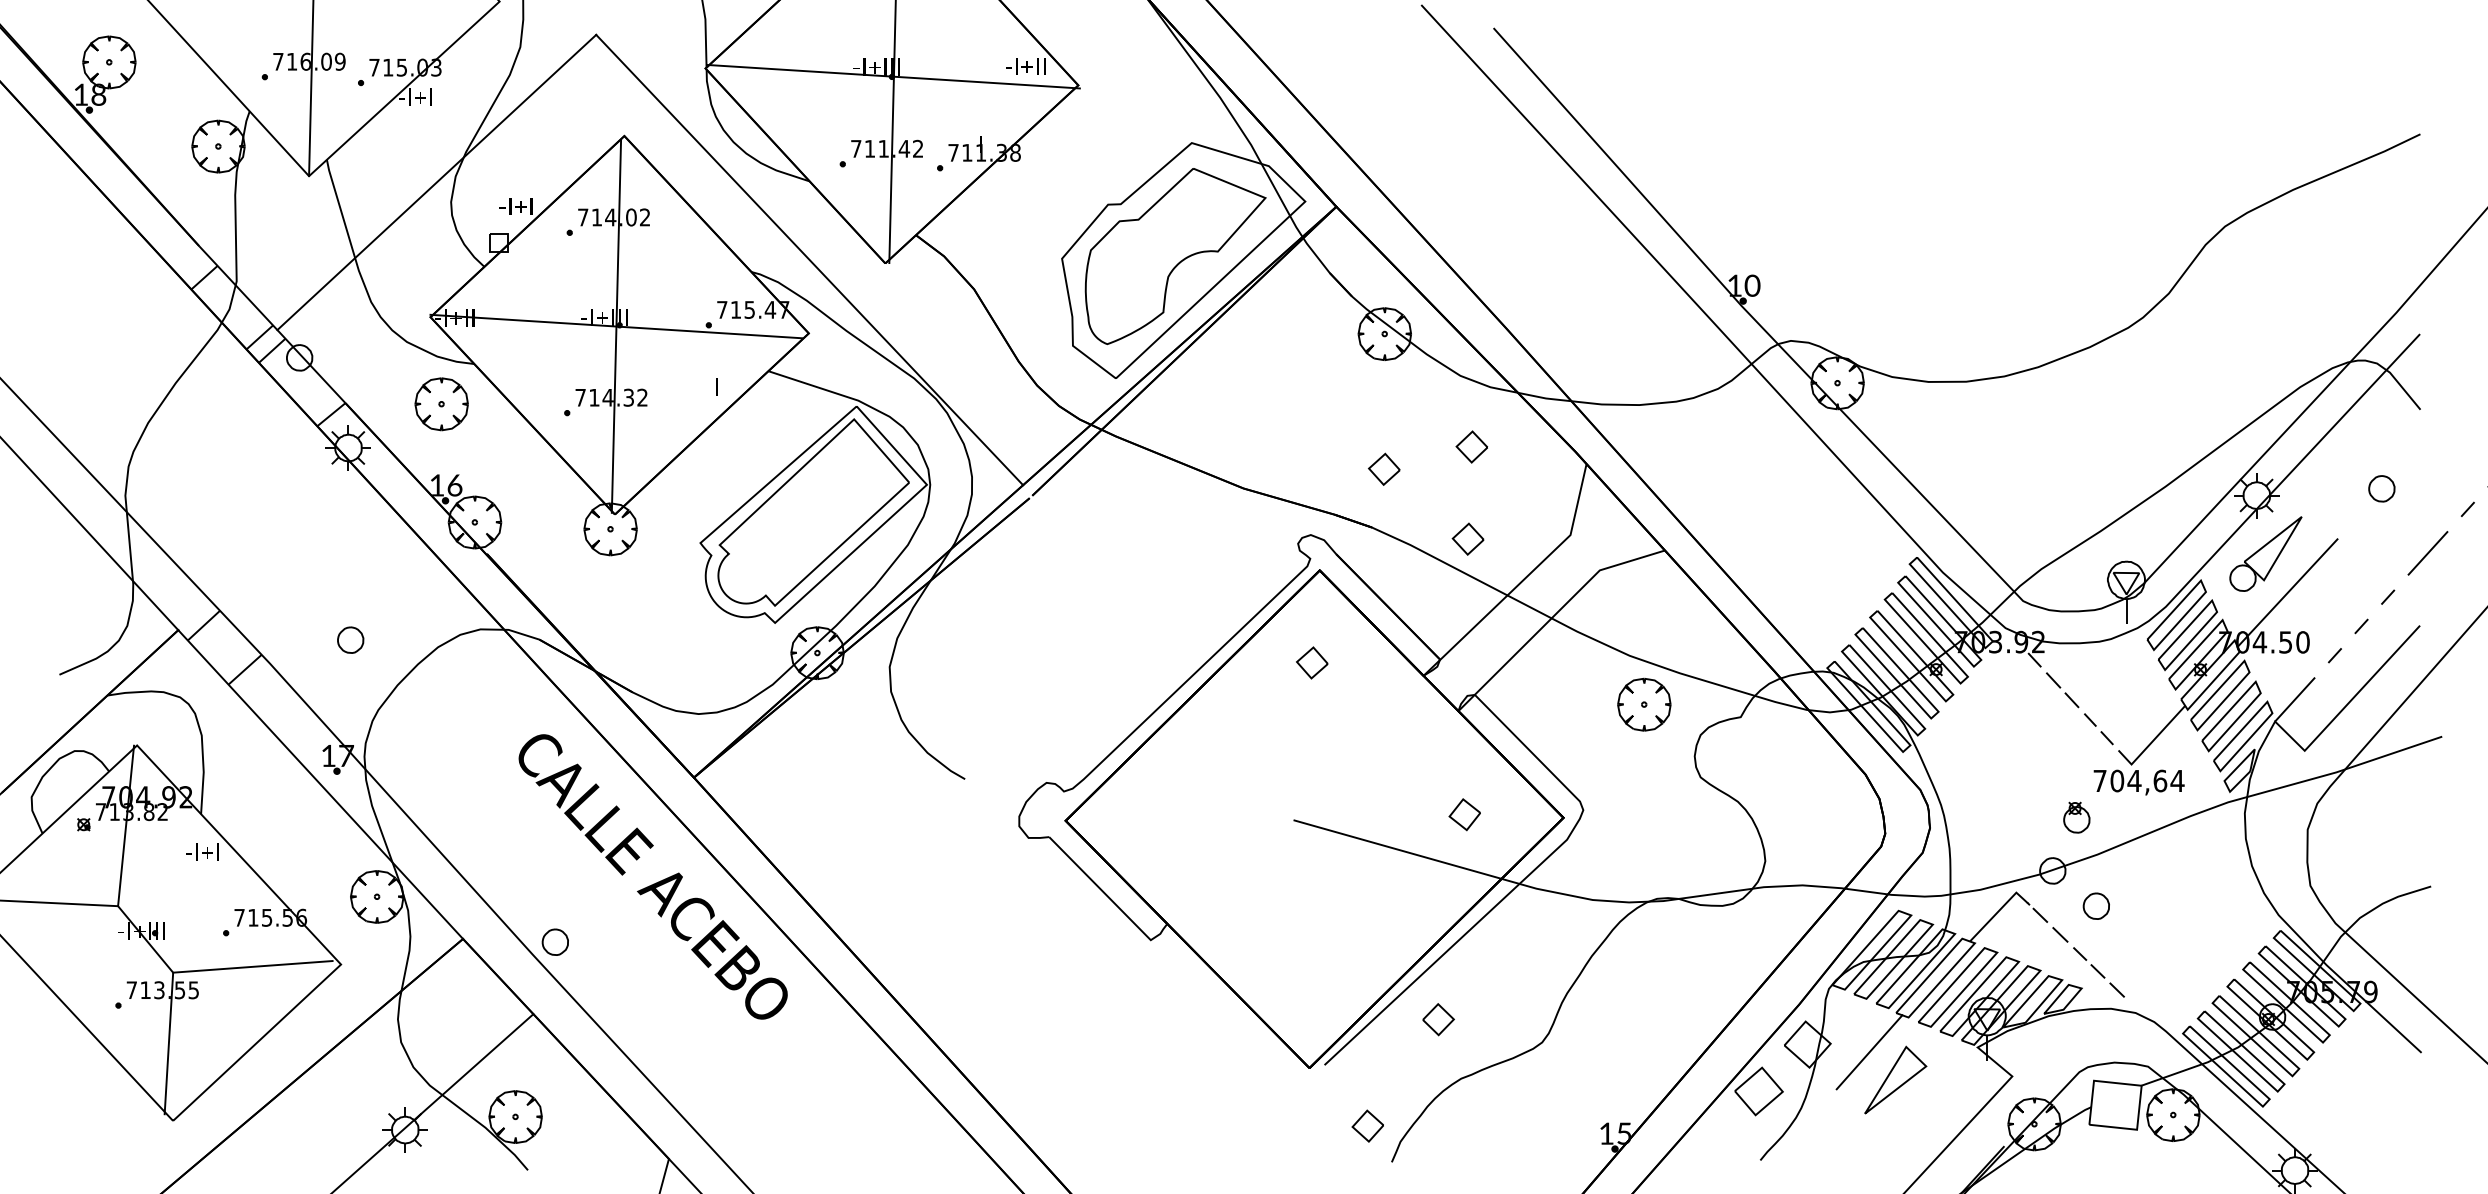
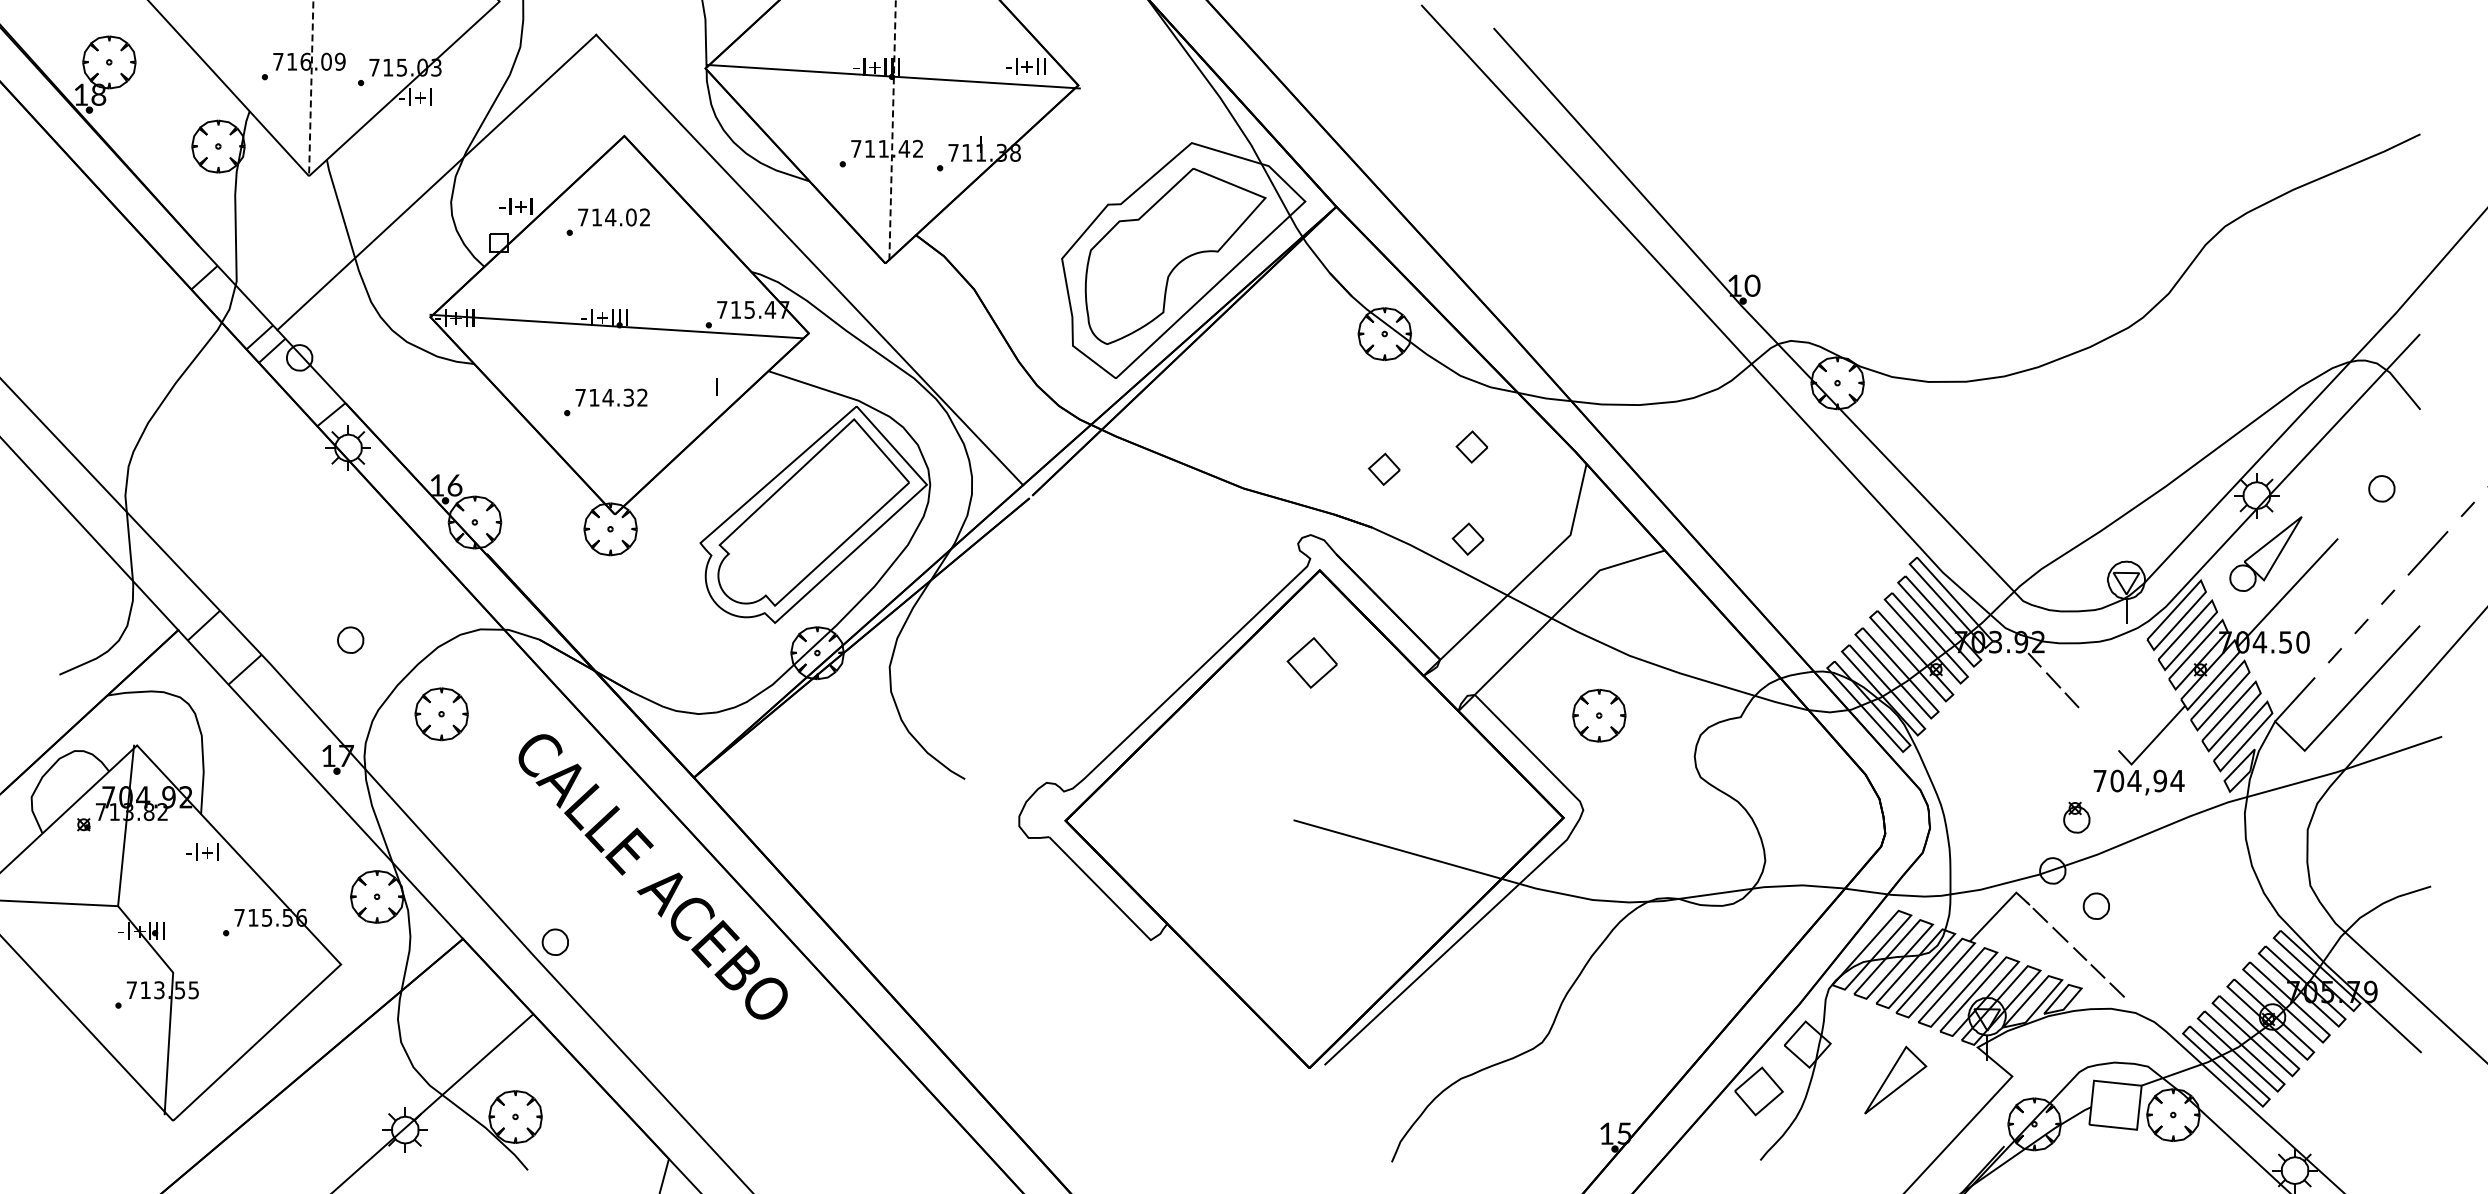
line at (311, 88): solid -> dashed
line at (892, 132): solid -> dashed
line at (616, 326): present -> none
part at (441, 404) position: (441, 404) -> (441, 714)
part at (1312, 662) size: 33x34 px -> 52x52 px
part at (1644, 704) position: (1644, 704) -> (1599, 715)
line at (2100, 731): present -> none
text at (2160, 780): 704,64 -> 704,94
part at (1464, 814): present -> none
line at (252, 966): present -> none
part at (1438, 1019): present -> none
line at (1869, 1052): present -> none
part at (1367, 1125): present -> none
